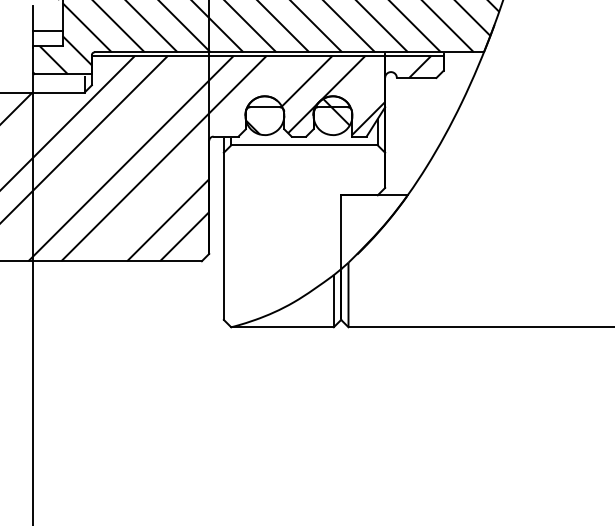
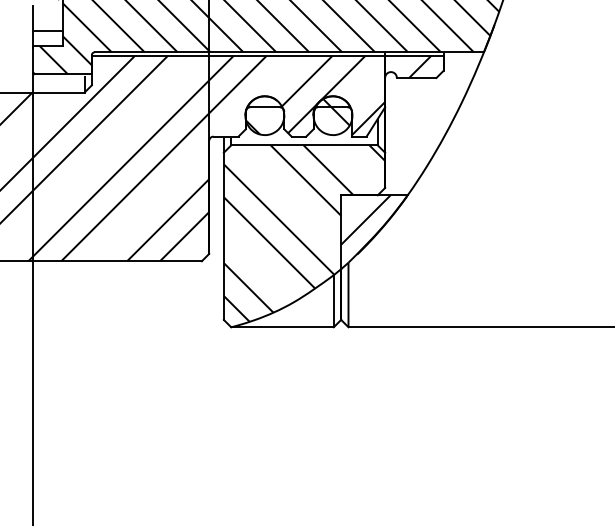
hatch at (365, 219): none -> present
hatch at (304, 233): none -> present
